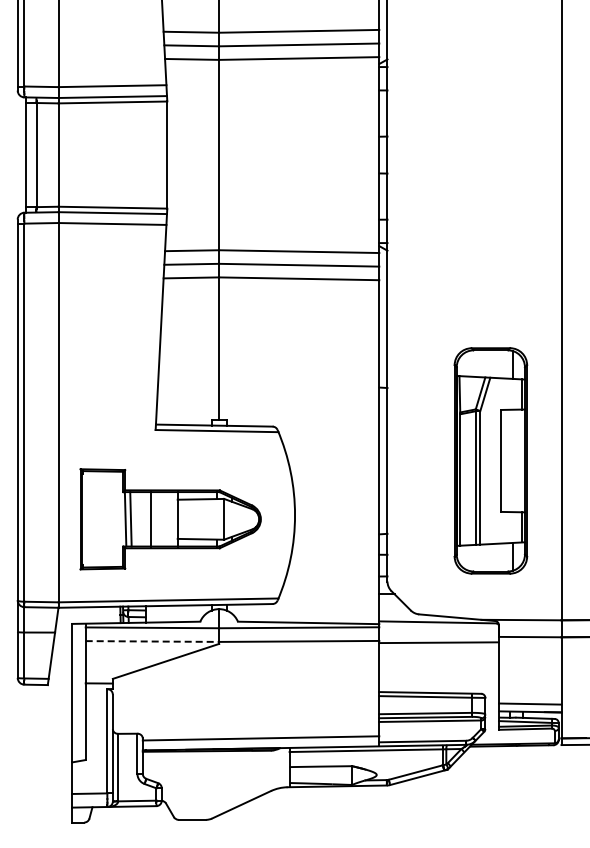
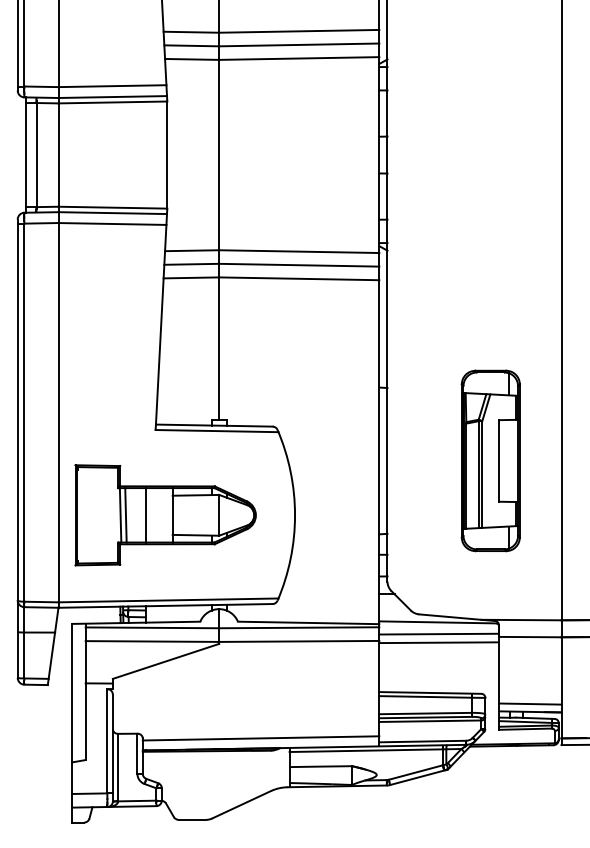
part at (490, 460) size: 76x228 px -> 61x184 px
part at (170, 519) position: (170, 519) -> (165, 515)
line at (438, 633): none -> present
line at (152, 641): dashed -> solid
